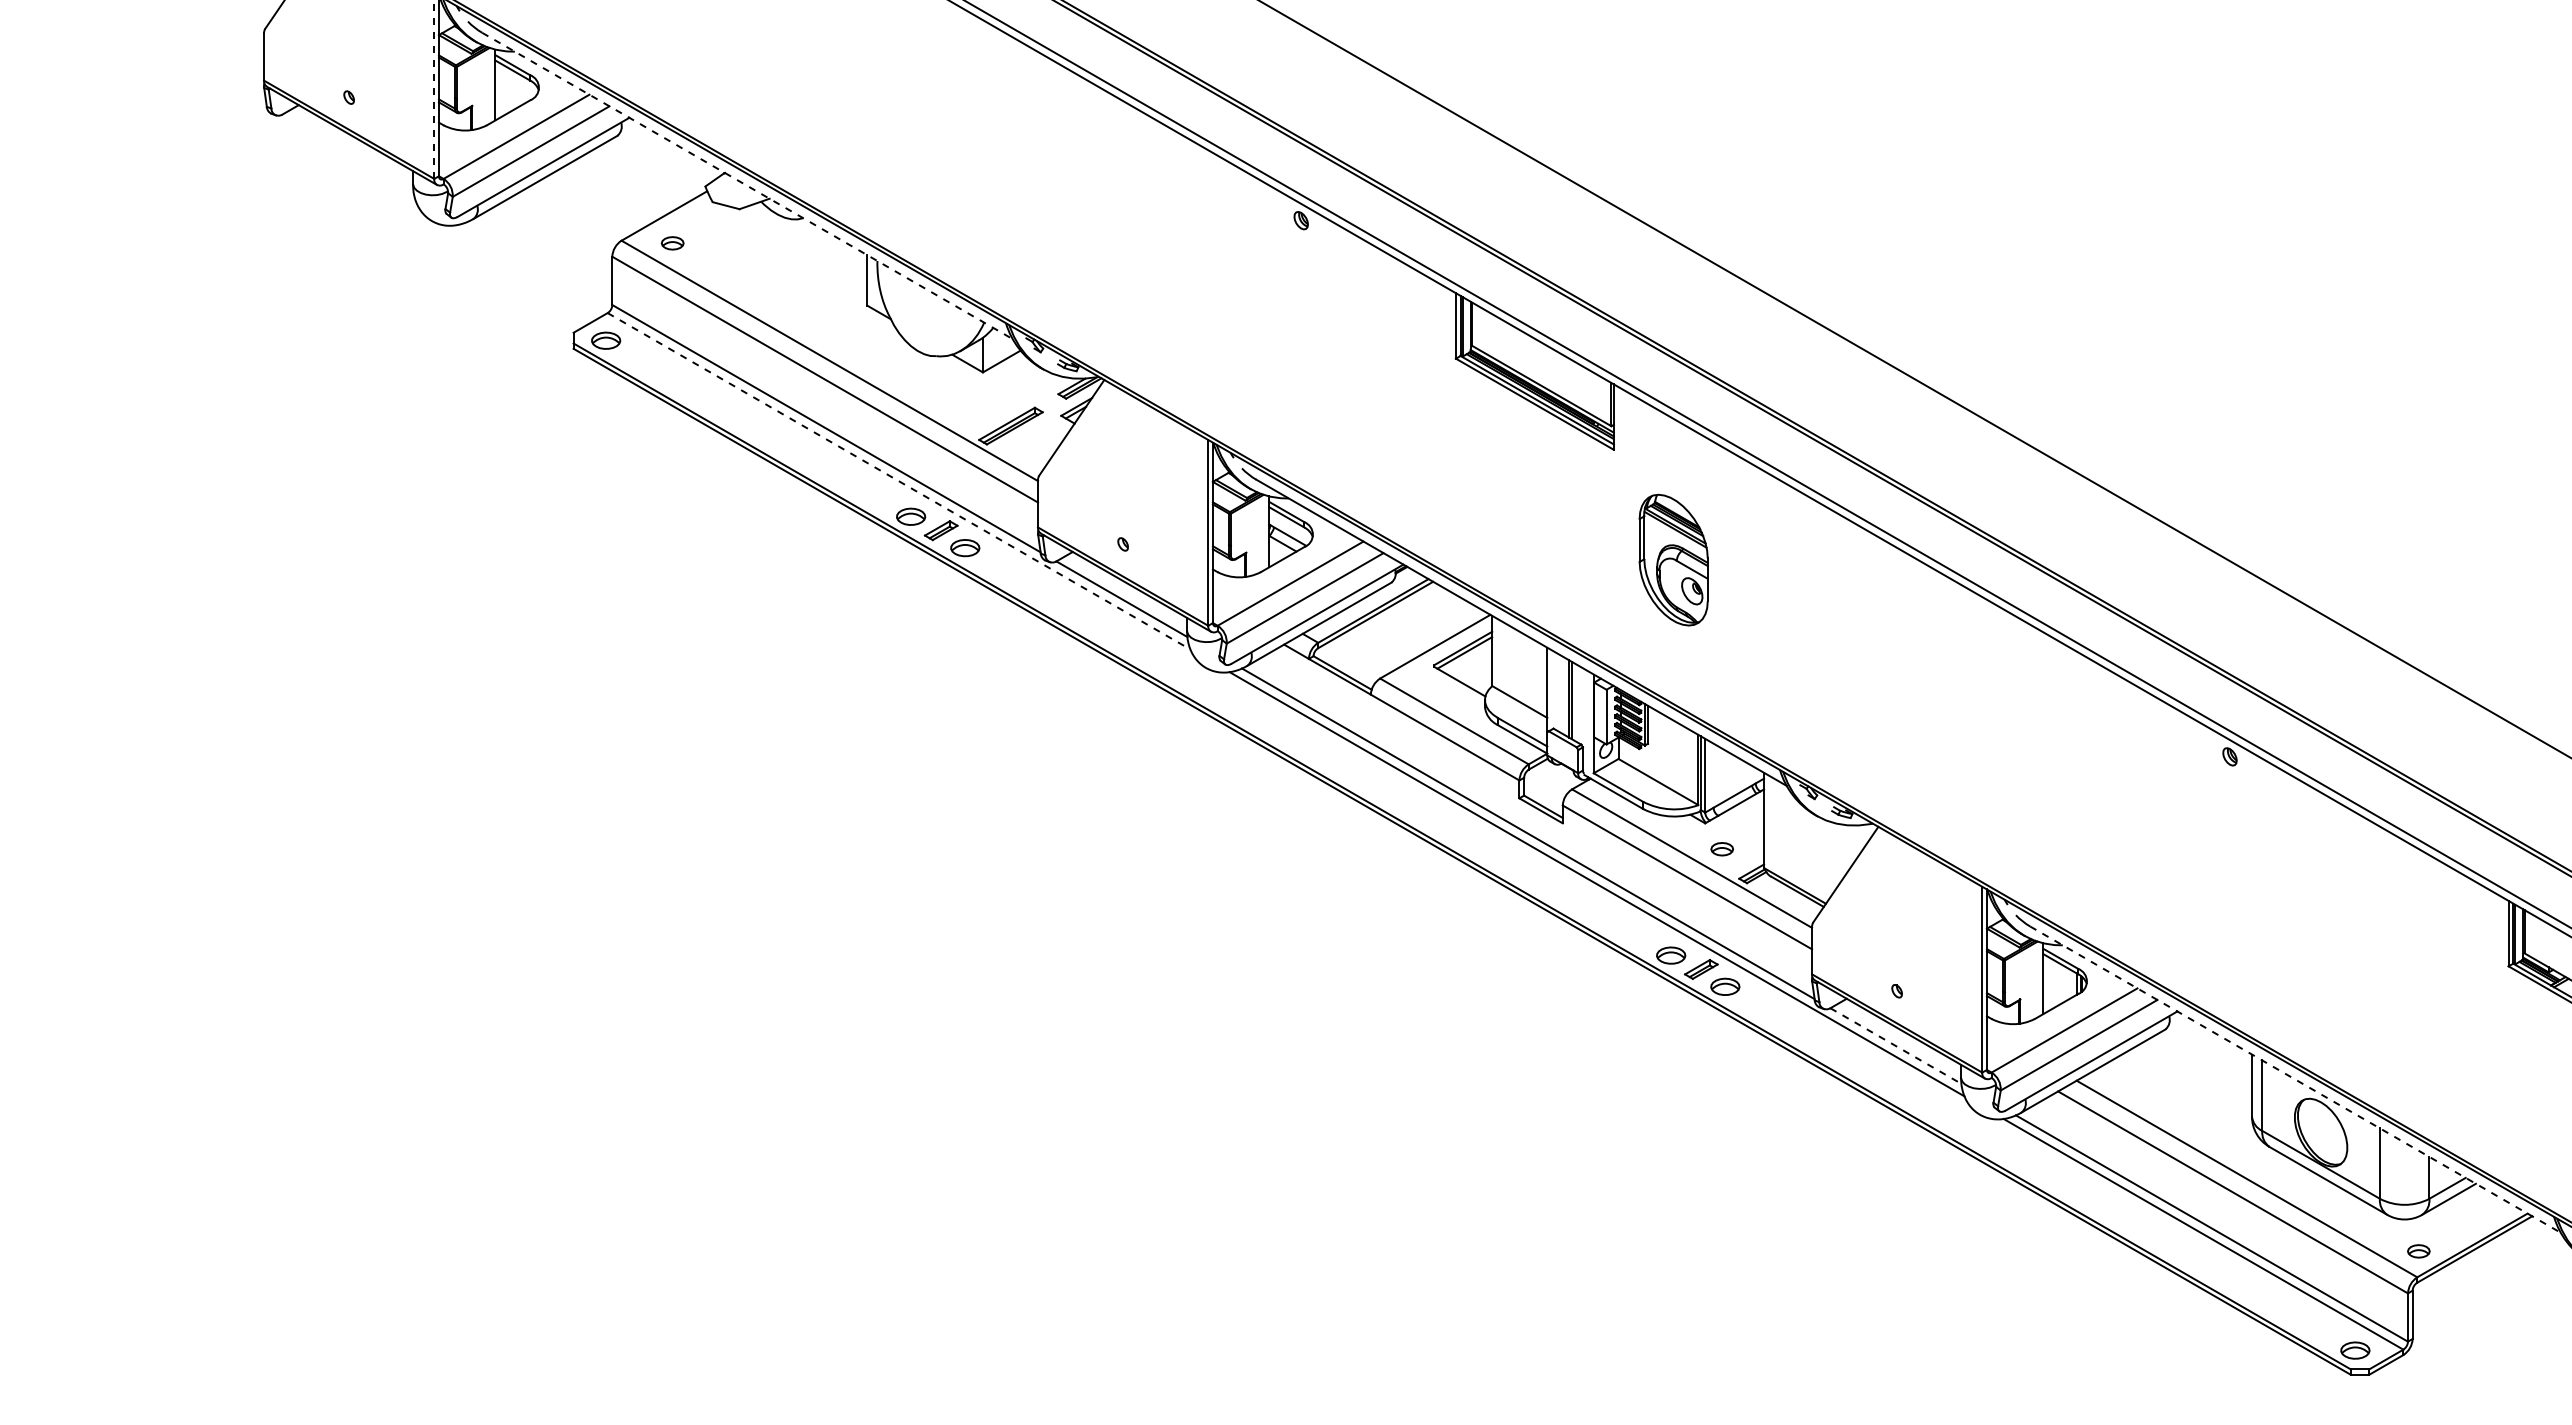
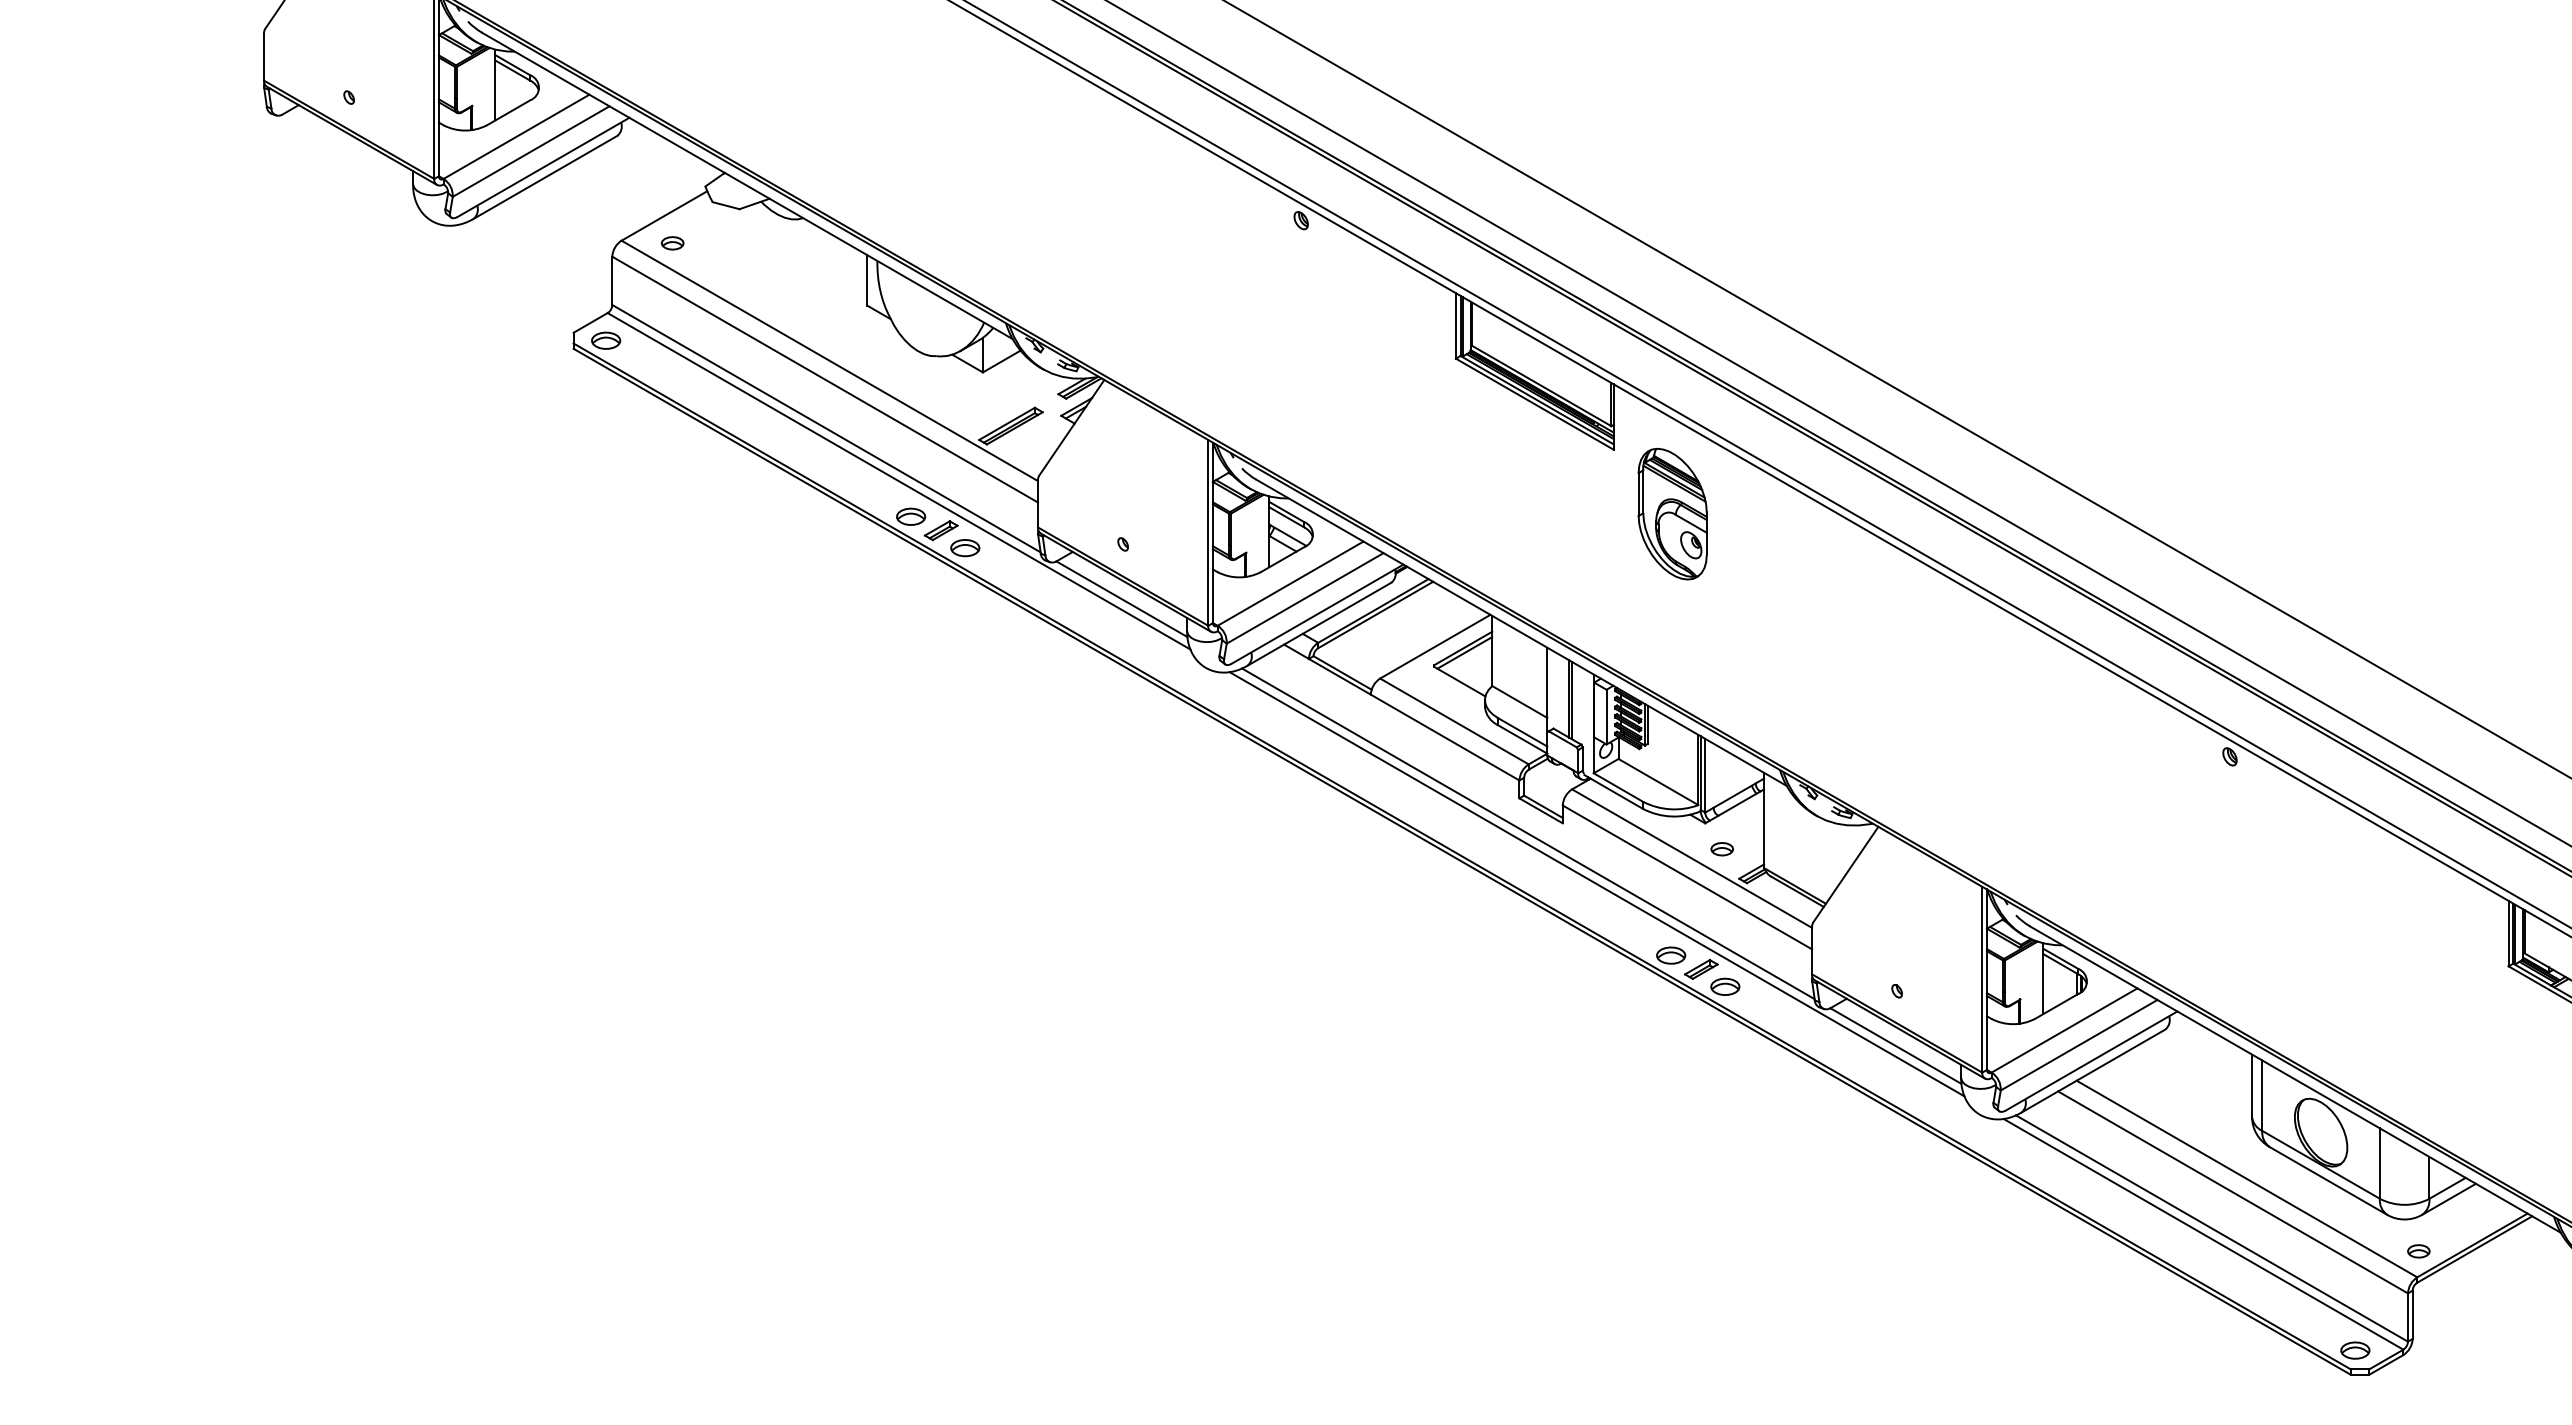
line at (434, 89): dashed -> solid
line at (748, 186): dashed -> solid
line at (1914, 379) position: (1914, 379) -> (1897, 389)
line at (1838, 423): none -> present
line at (899, 481): dashed -> solid
part at (1673, 559) position: (1673, 559) -> (1672, 513)
line at (1895, 1046): dashed -> solid
line at (2296, 1080): dashed -> solid
